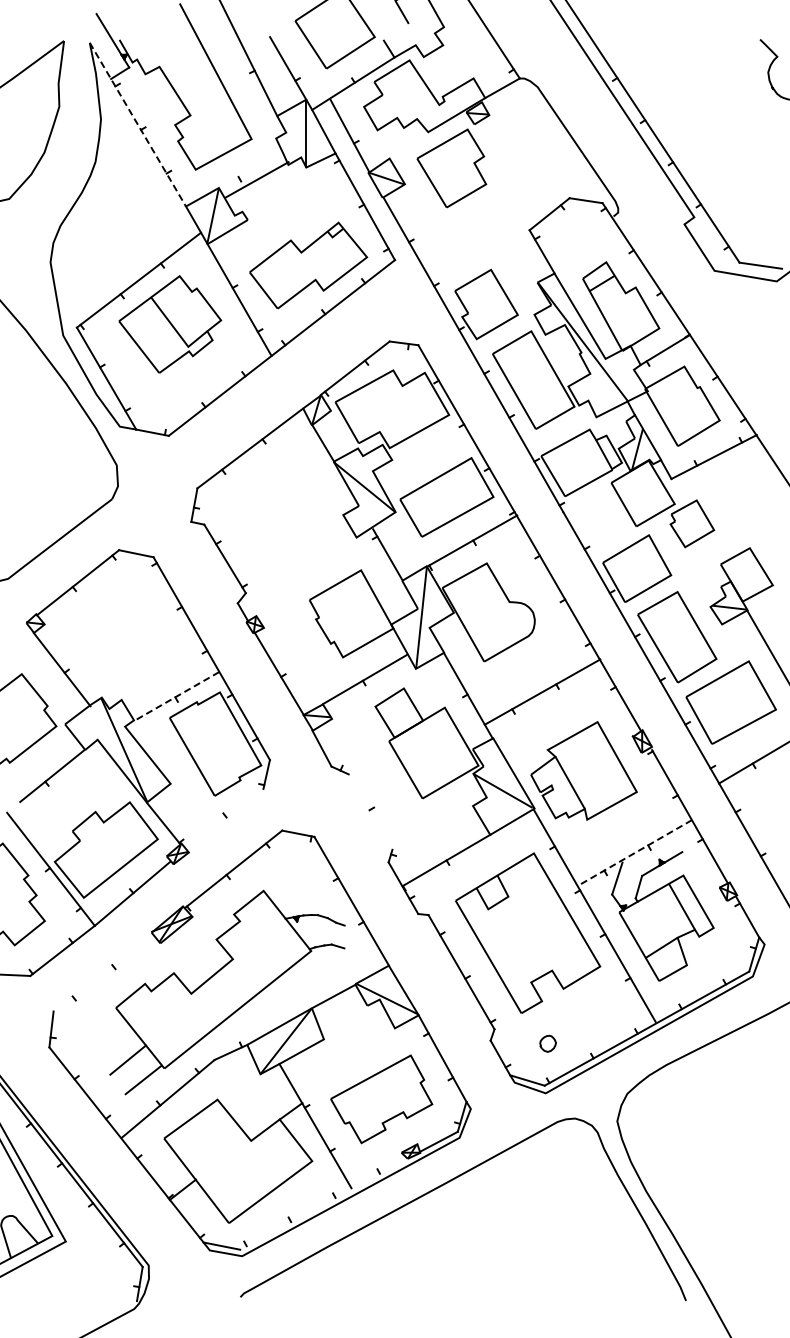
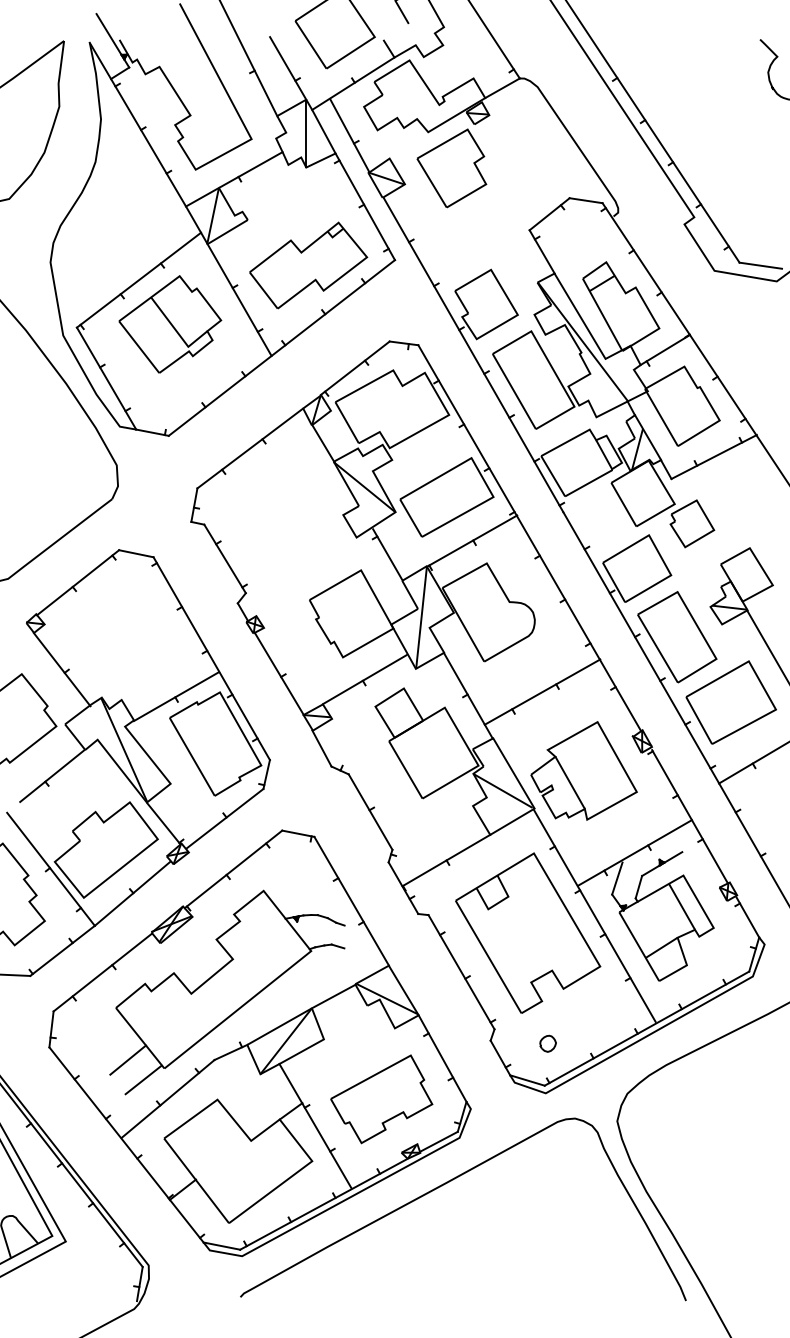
line at (137, 124): dashed -> solid
line at (256, 179) position: (256, 179) -> (250, 169)
line at (176, 696): dashed -> solid
line at (370, 811): none -> present
line at (224, 818): none -> present
line at (634, 852): dashed -> solid
line at (102, 972): none -> present
line at (323, 1204): none -> present
